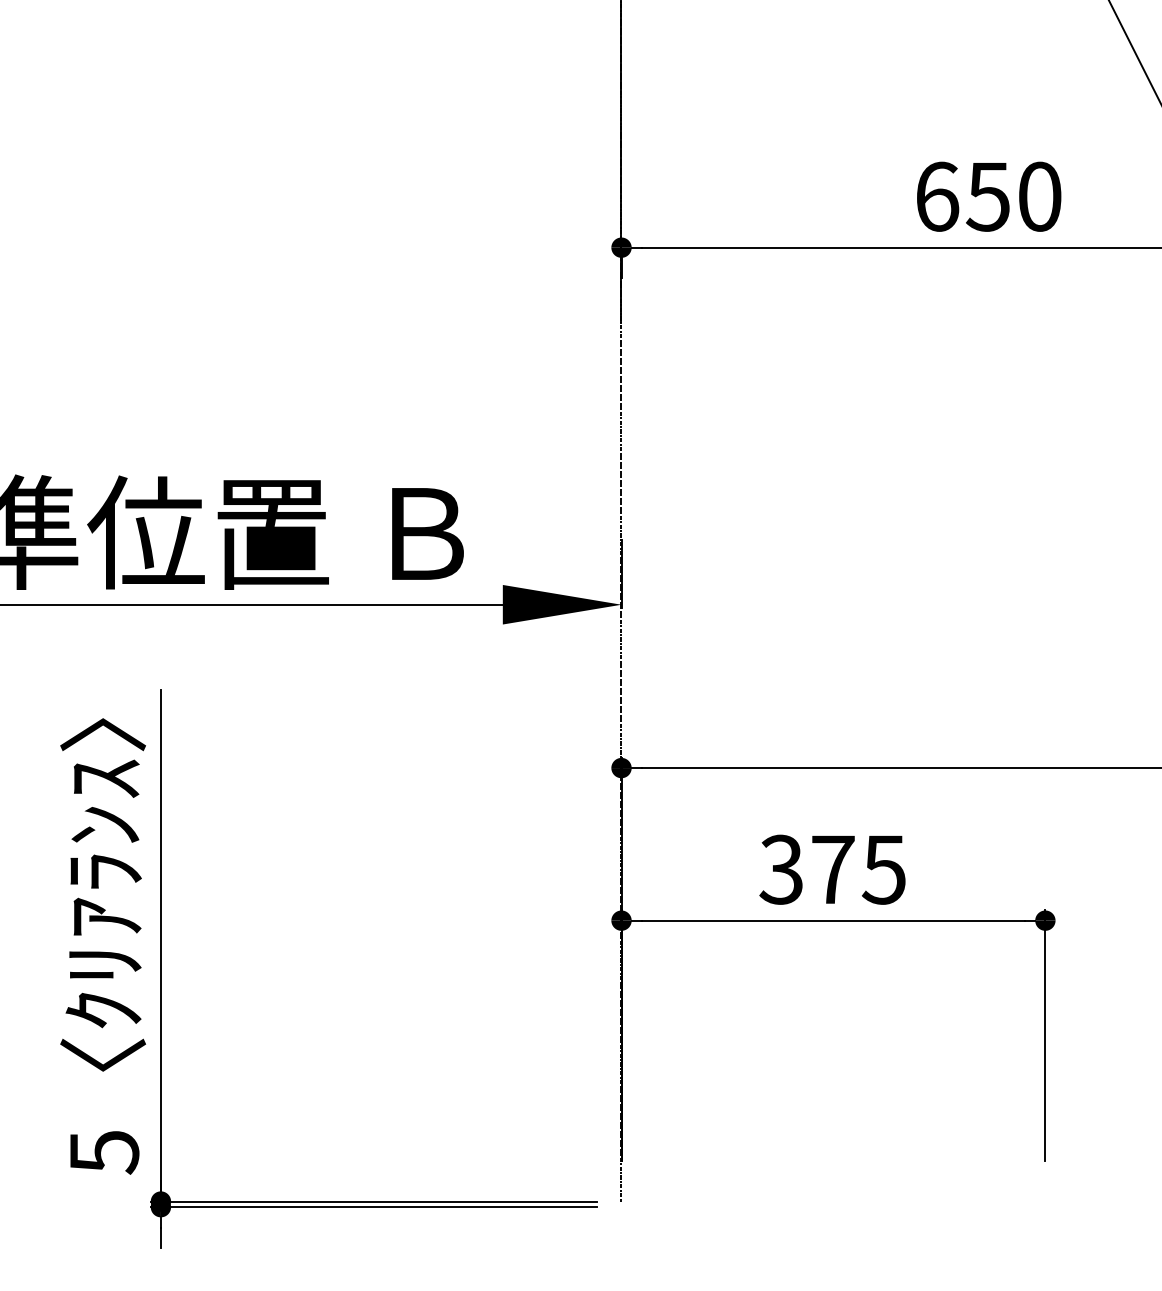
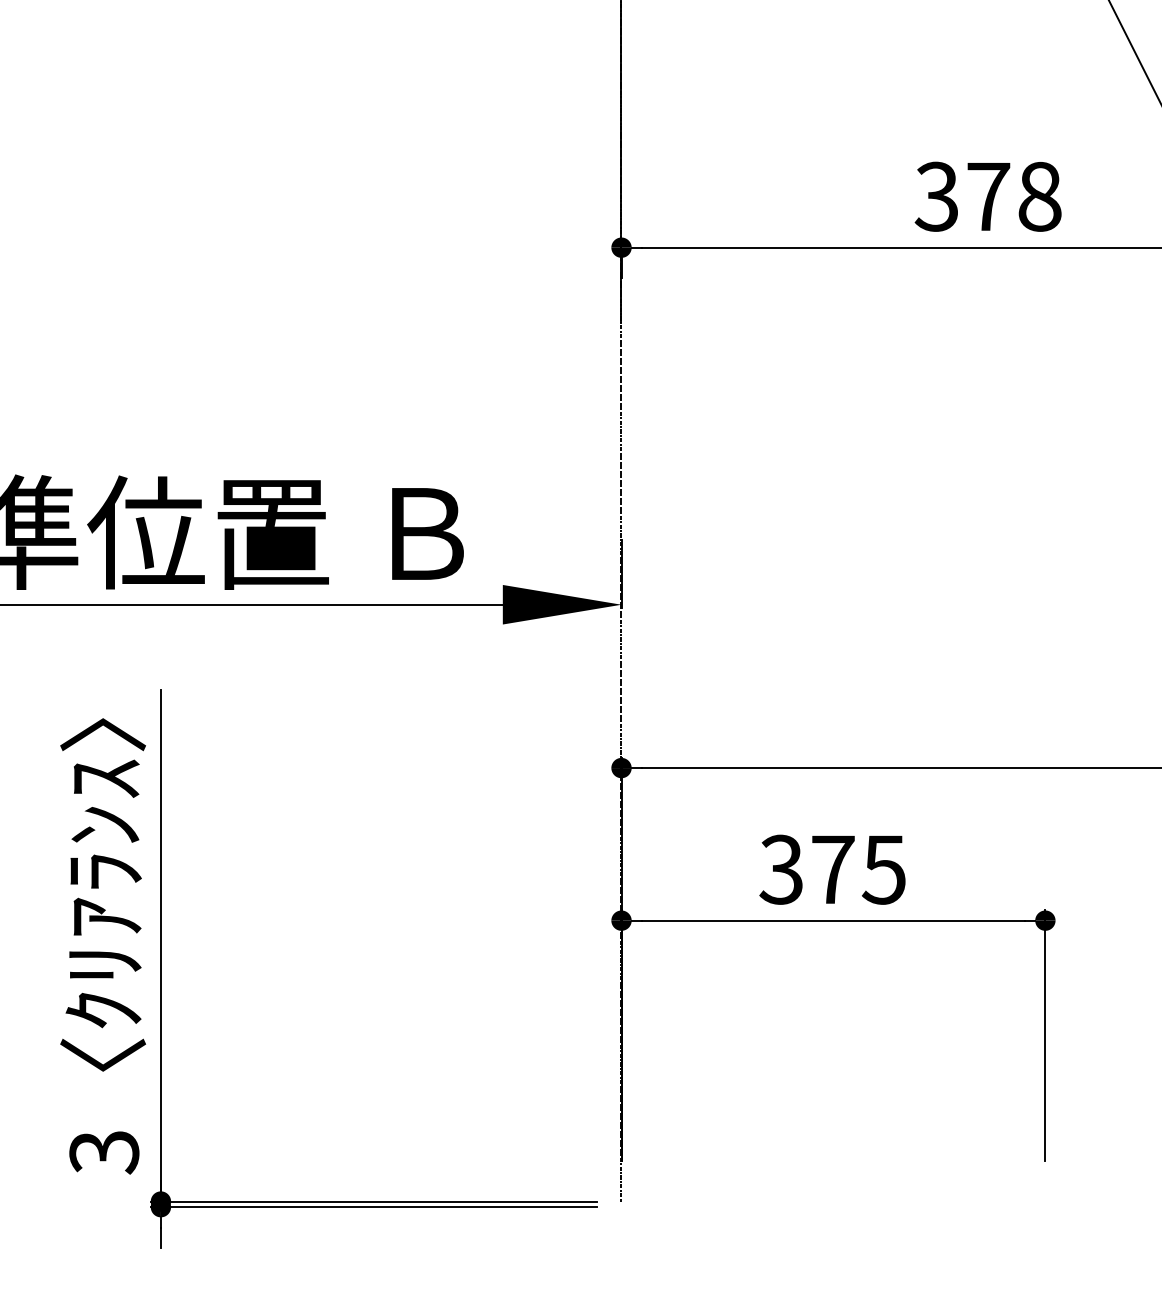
text at (987, 196): 650 -> 378
text at (104, 1152): 5 -> 3
